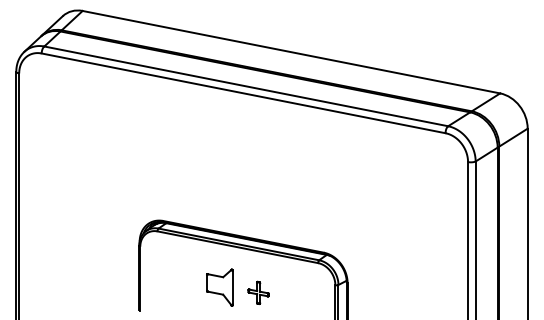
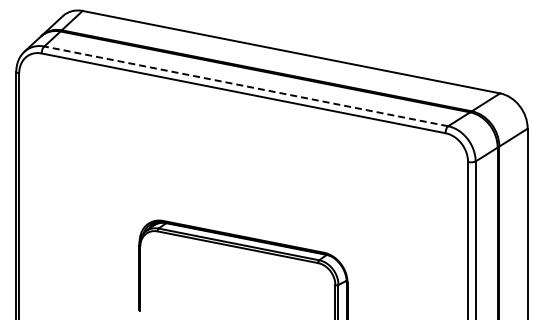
line at (246, 86): solid -> dashed
part at (219, 287): present -> none
part at (258, 292): present -> none
